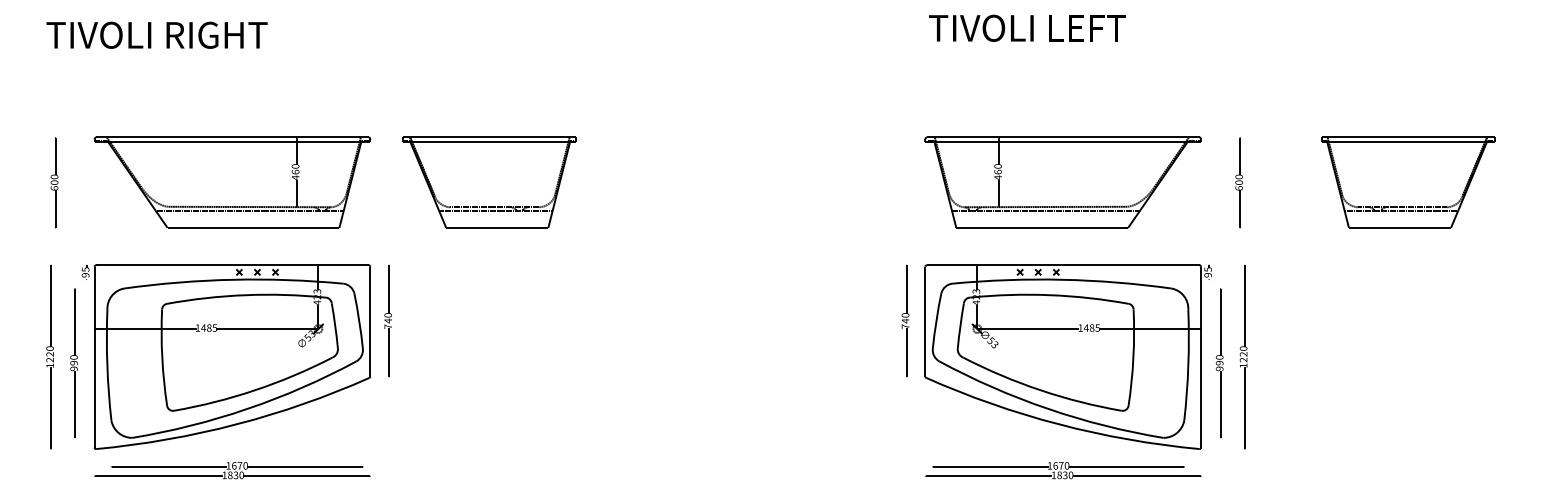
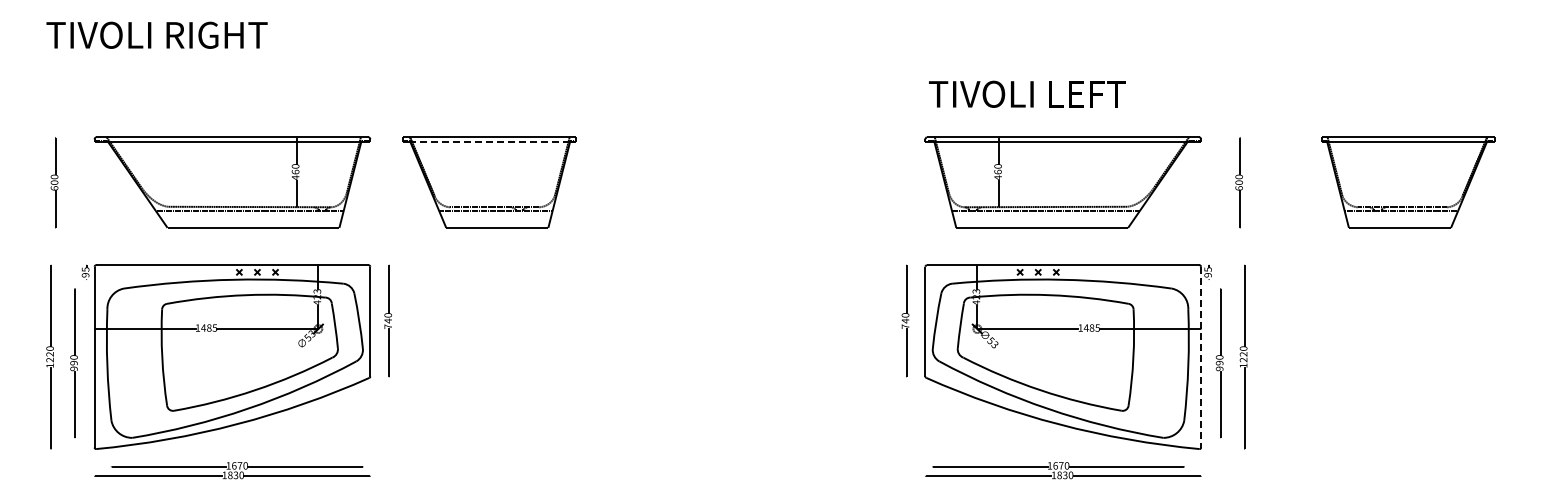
text at (1027, 27) position: (1027, 27) -> (1027, 93)
line at (490, 141): solid -> dashed
line at (1201, 357): solid -> dashed
